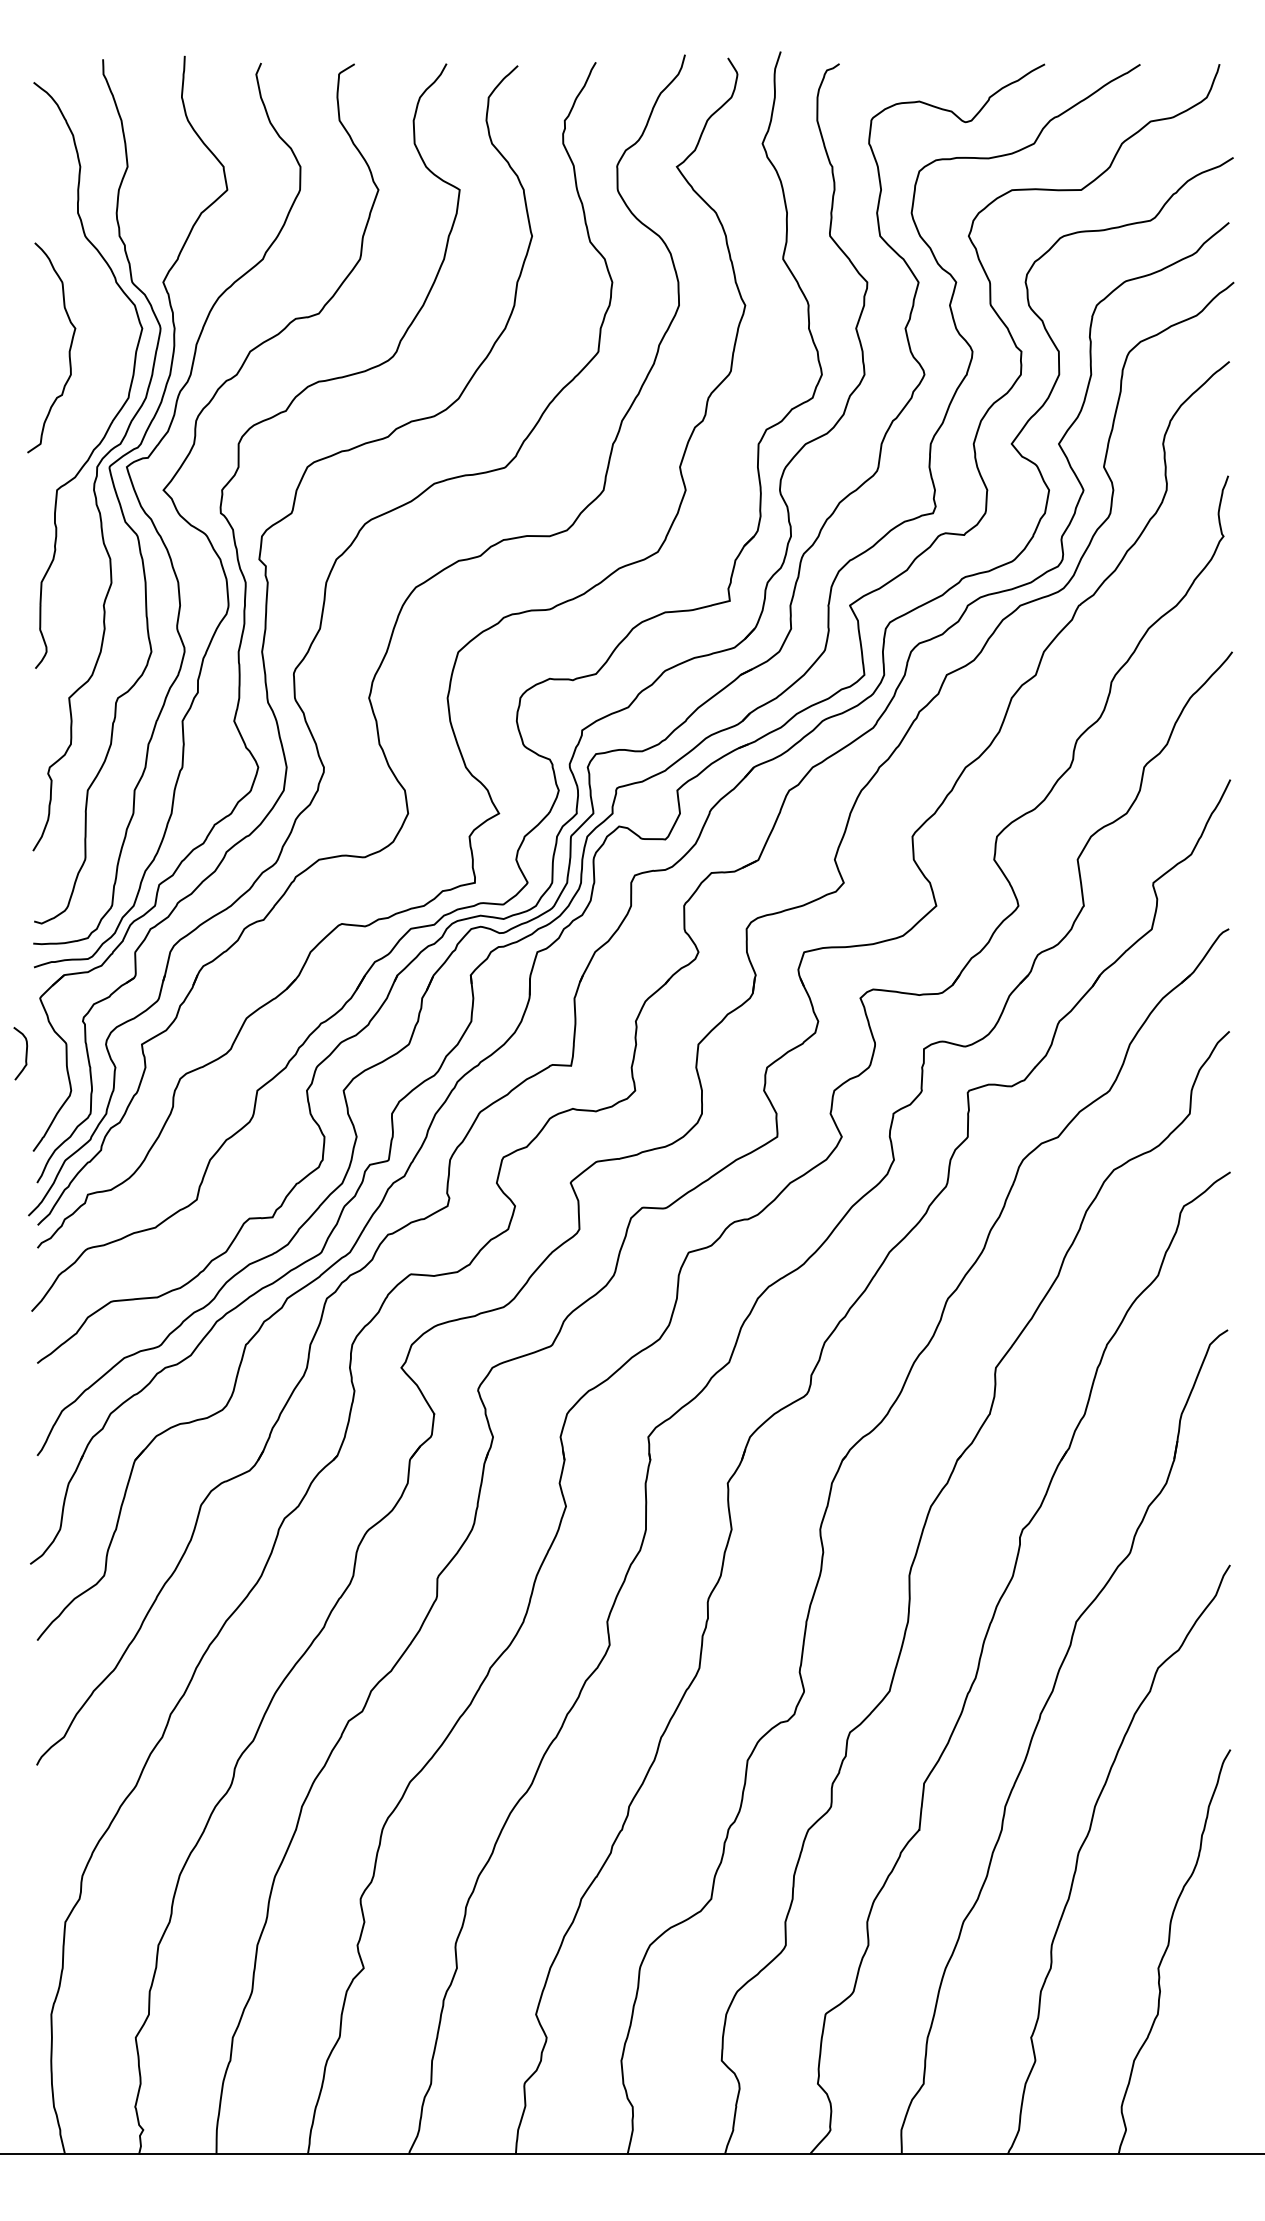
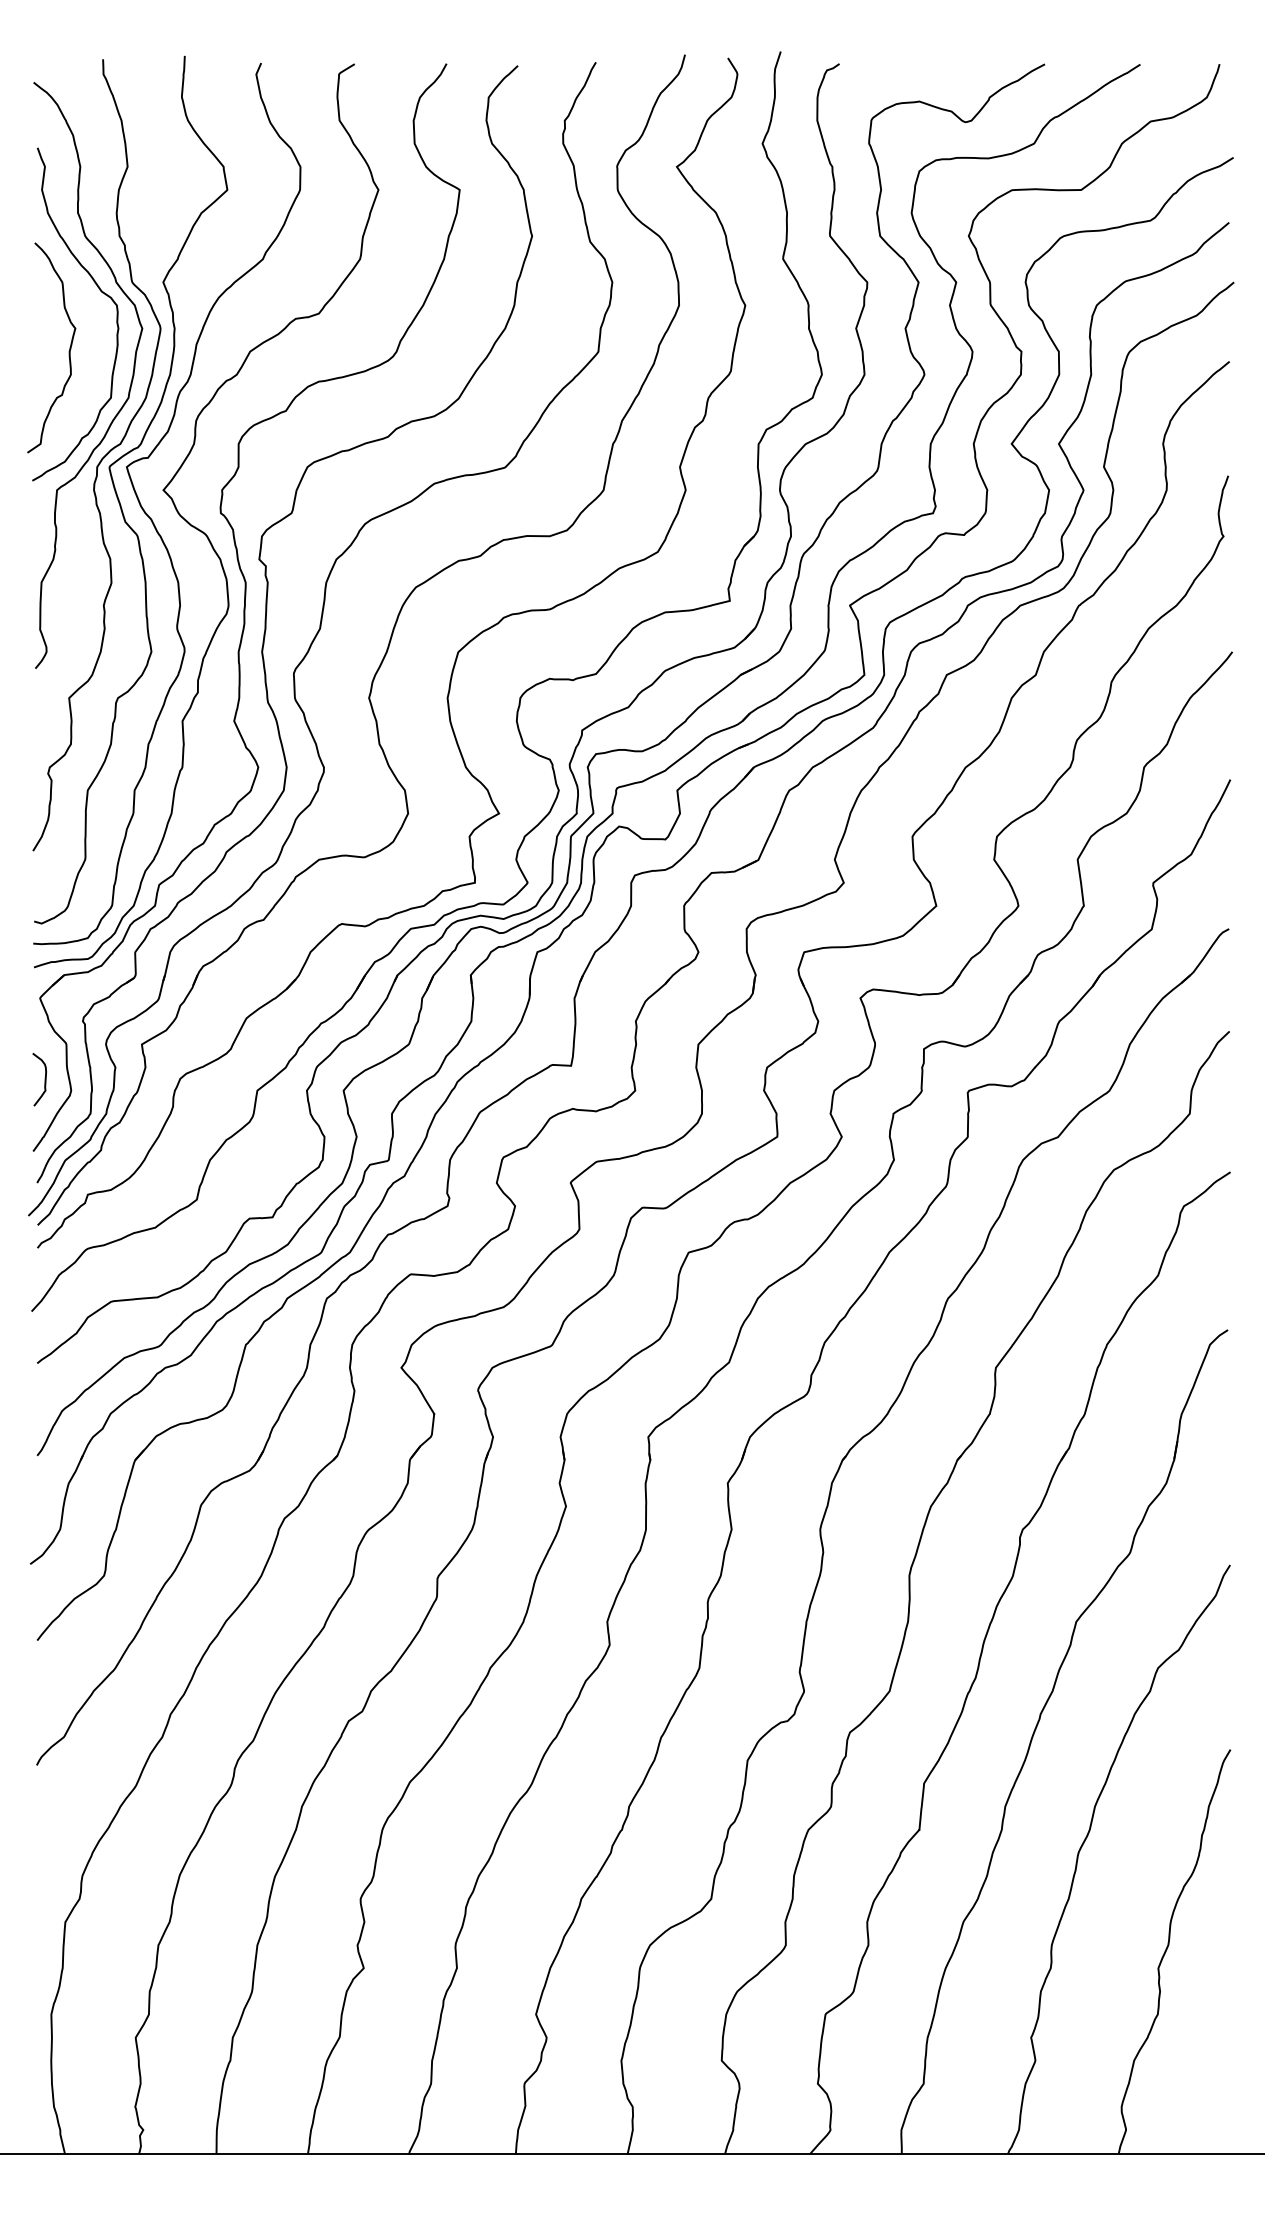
curve at (99, 290): none -> present
curve at (25, 1053) position: (25, 1053) -> (44, 1079)
